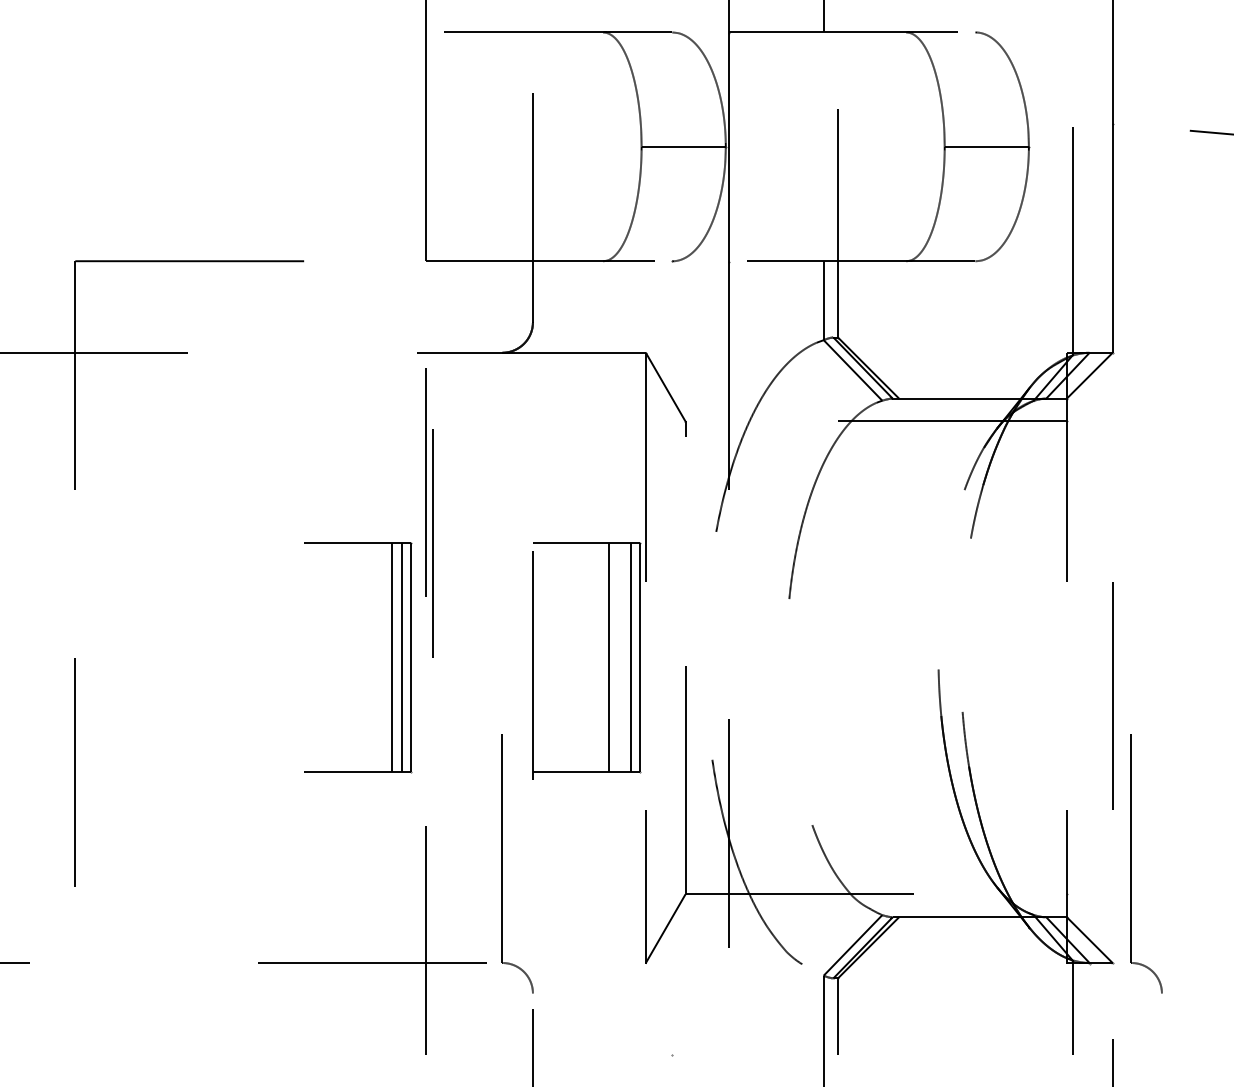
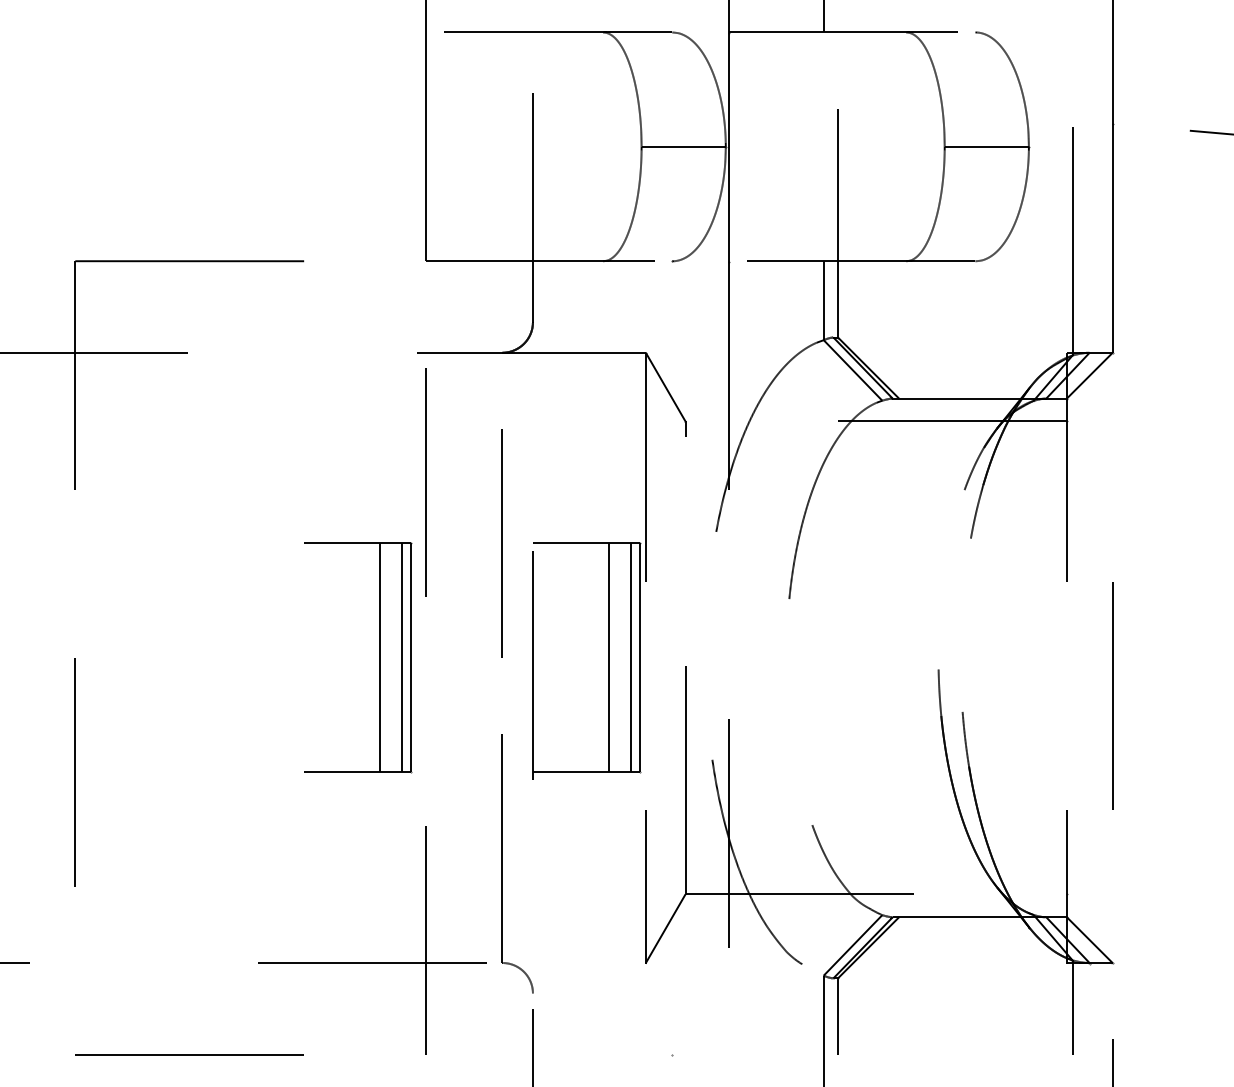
line at (432, 543) position: (432, 543) -> (501, 543)
line at (392, 657) position: (392, 657) -> (380, 657)
part at (1131, 863): present -> none
line at (189, 1054): none -> present
